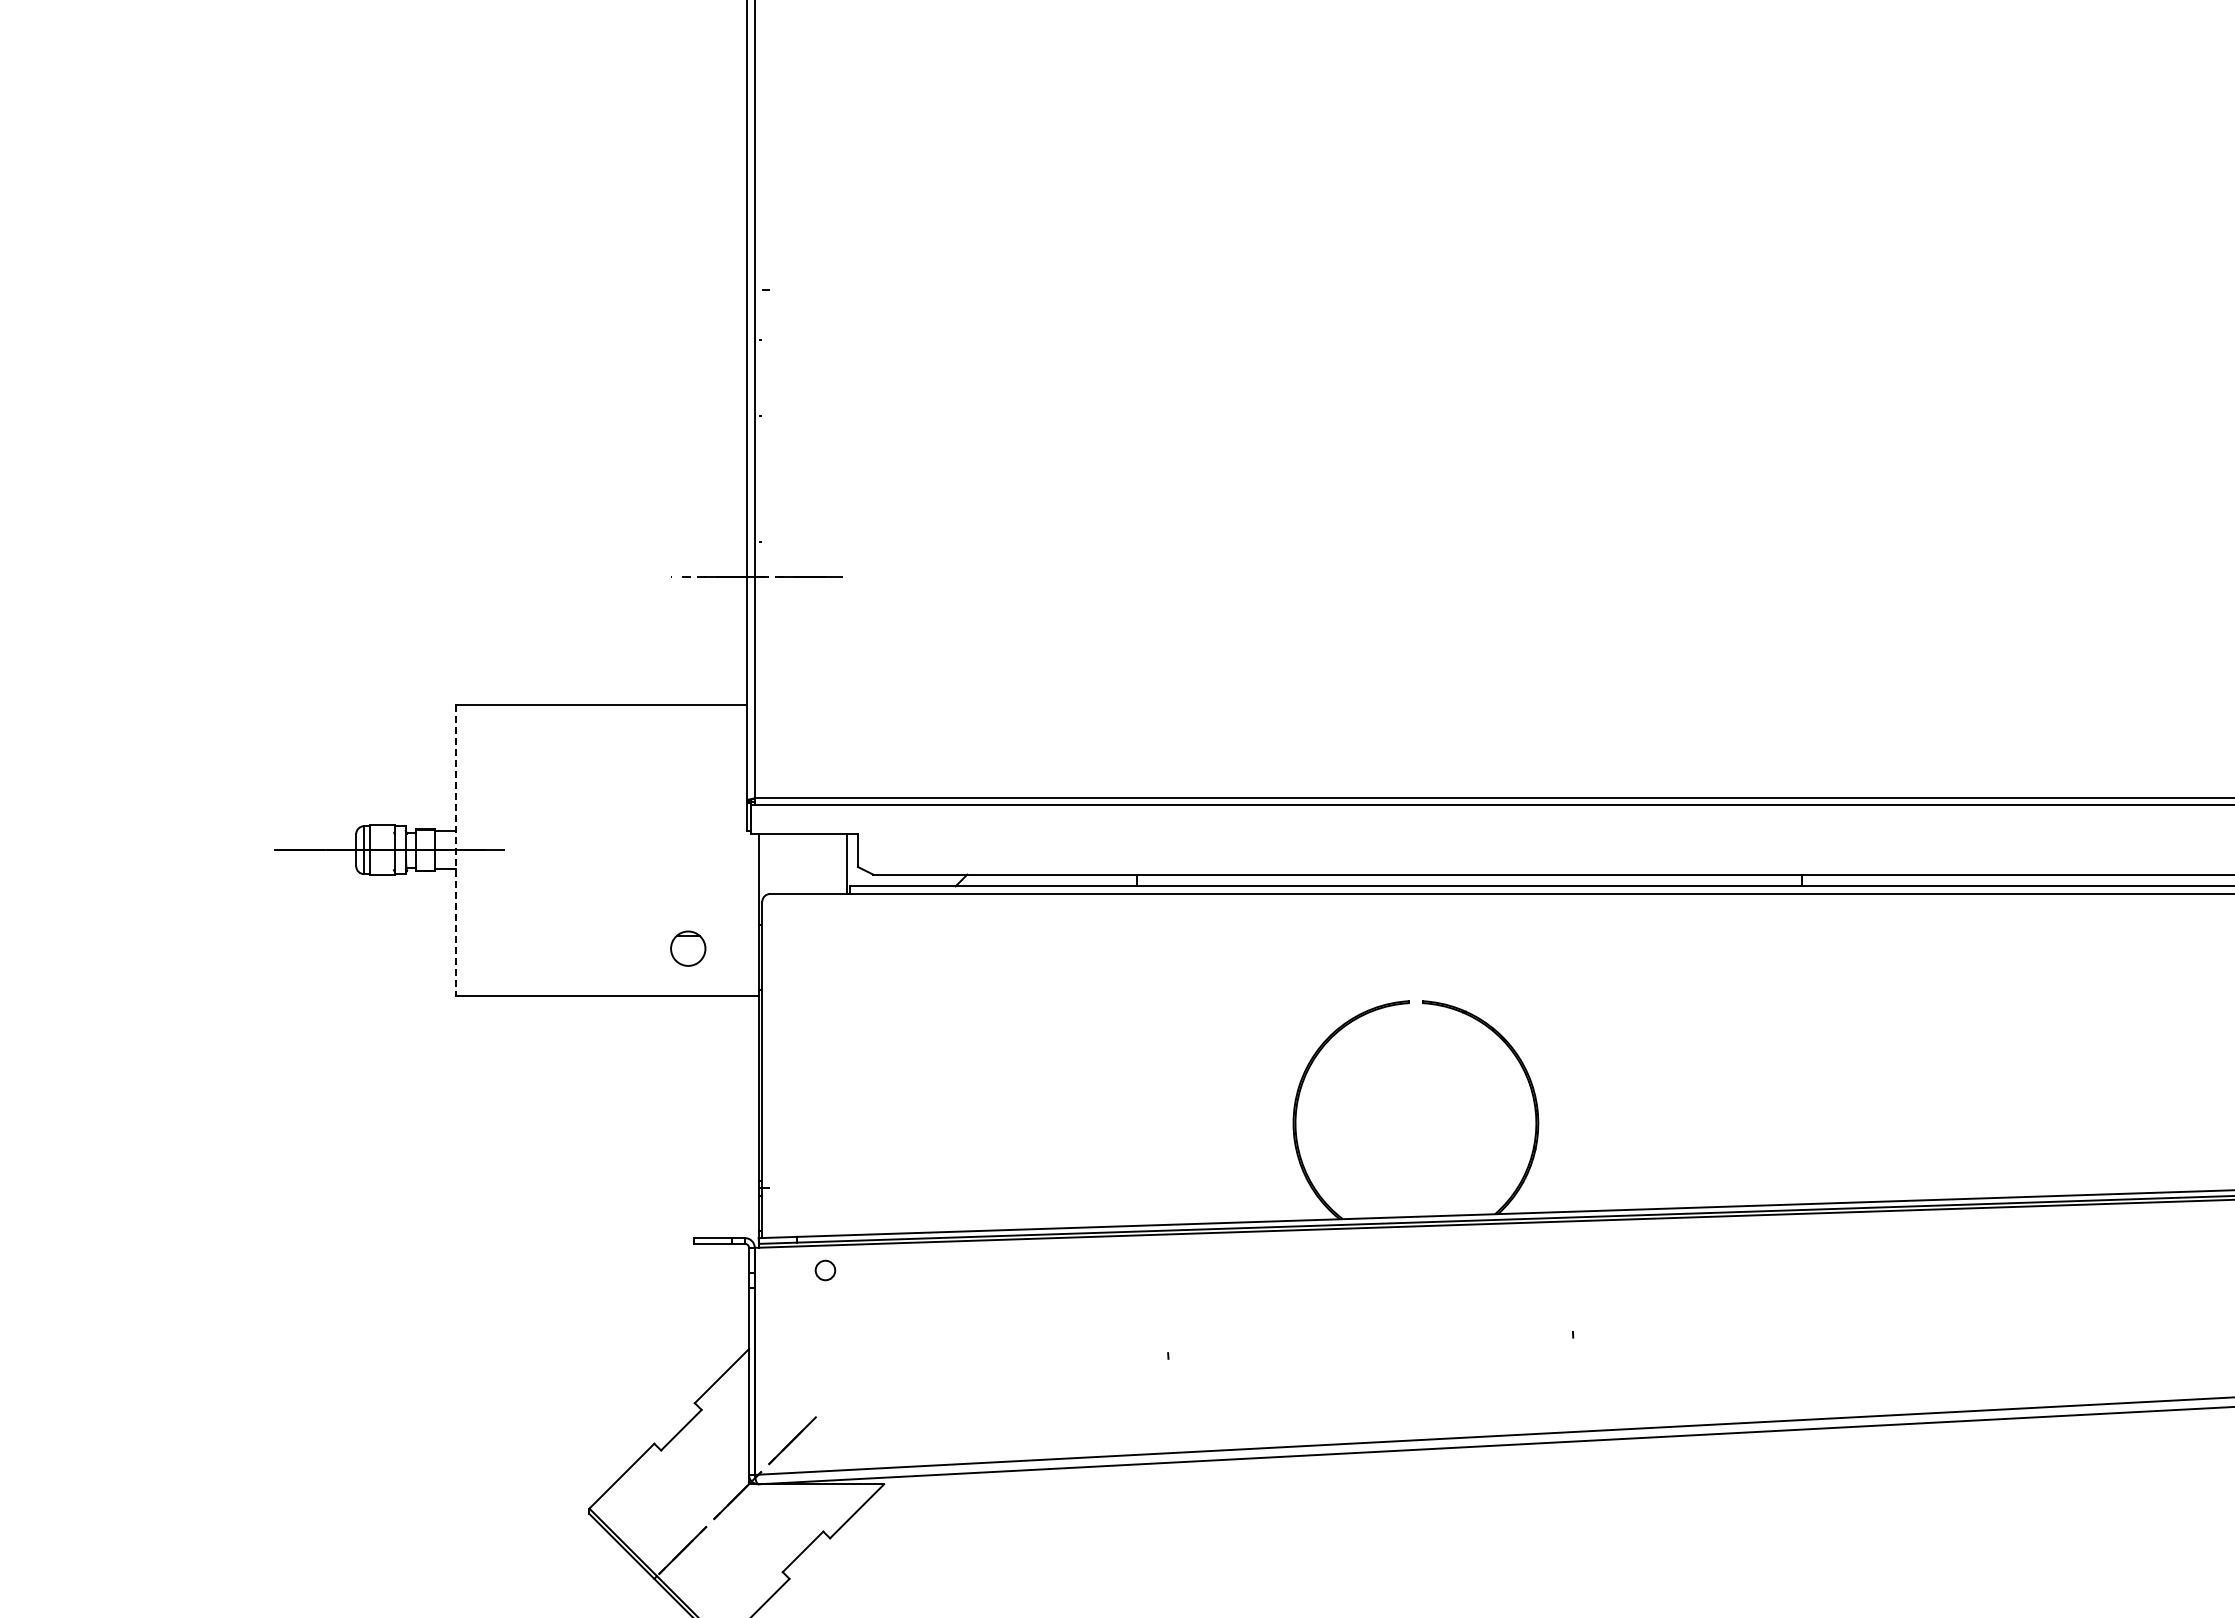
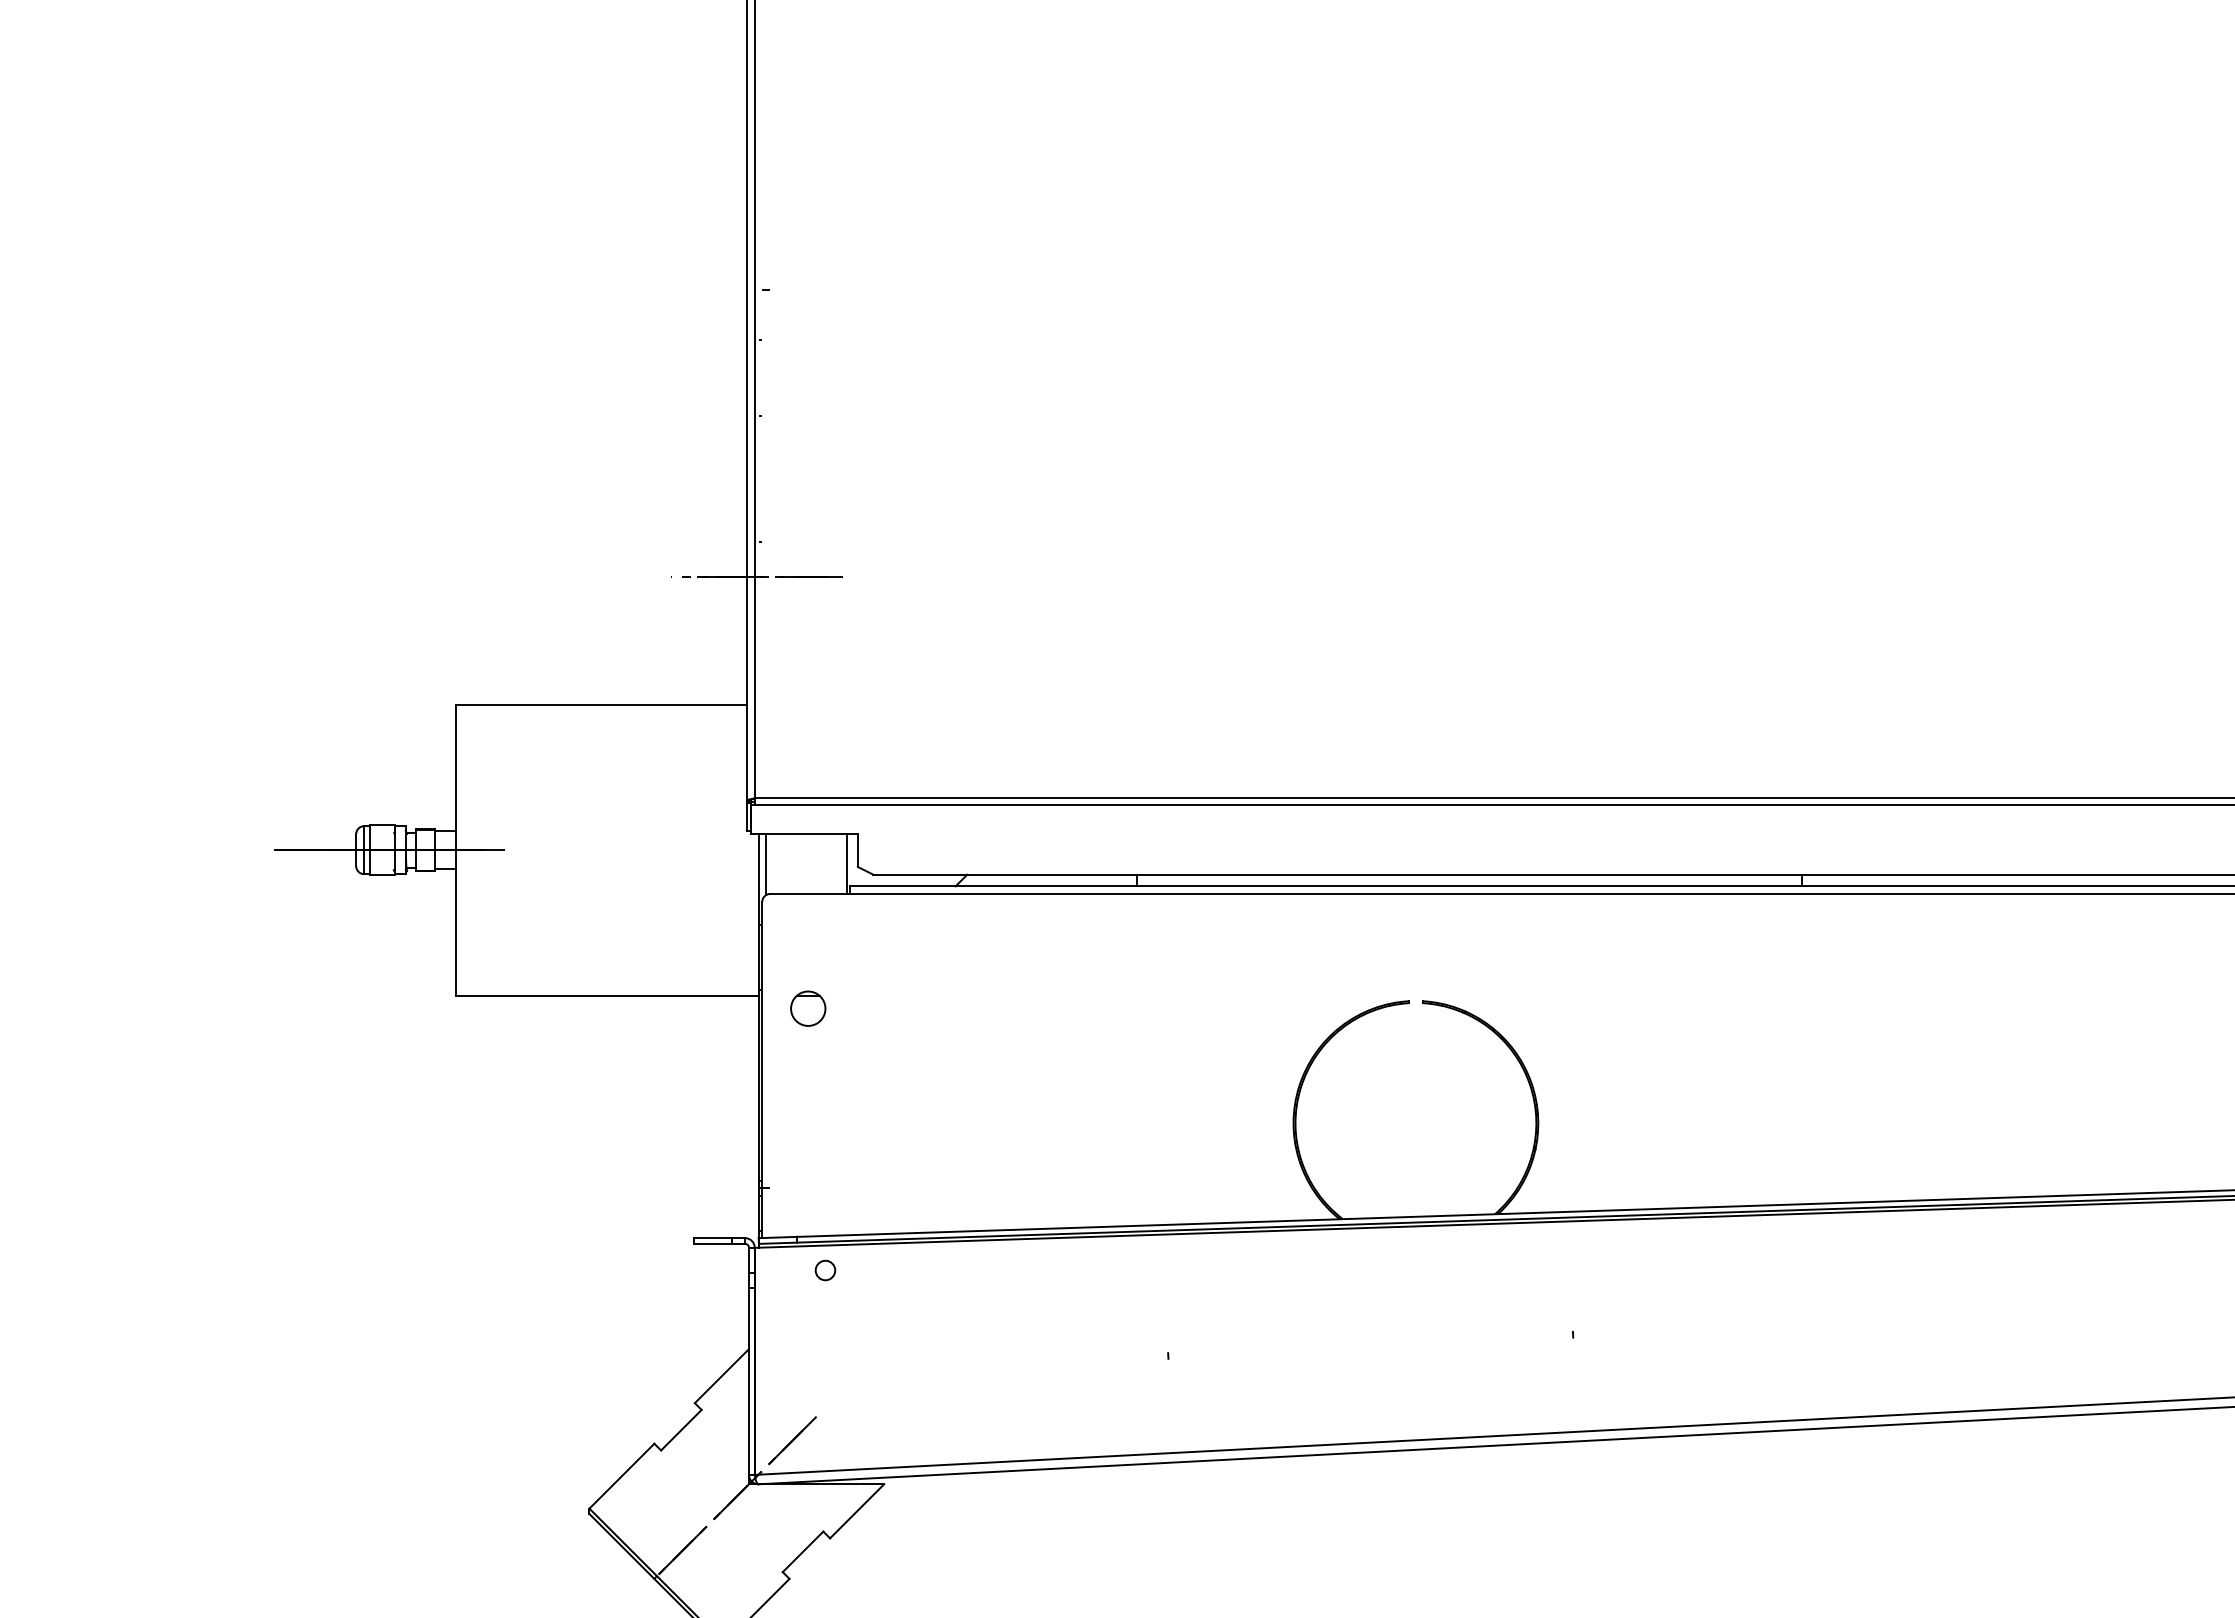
line at (456, 850): dashed -> solid
line at (766, 864): none -> present
part at (688, 948) position: (688, 948) -> (808, 1008)
